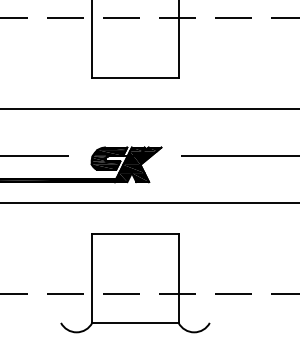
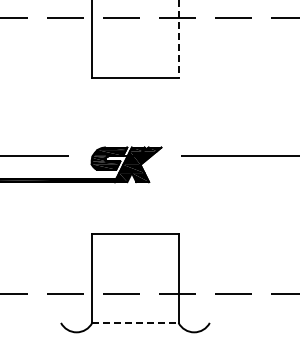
line at (178, 38): solid -> dashed
line at (149, 108): present -> none
line at (149, 203): present -> none
line at (135, 322): solid -> dashed
